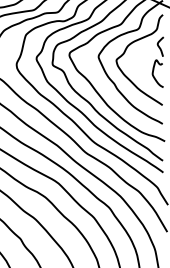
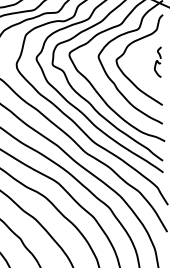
part at (157, 61) size: 14x52 px -> 8x32 px
